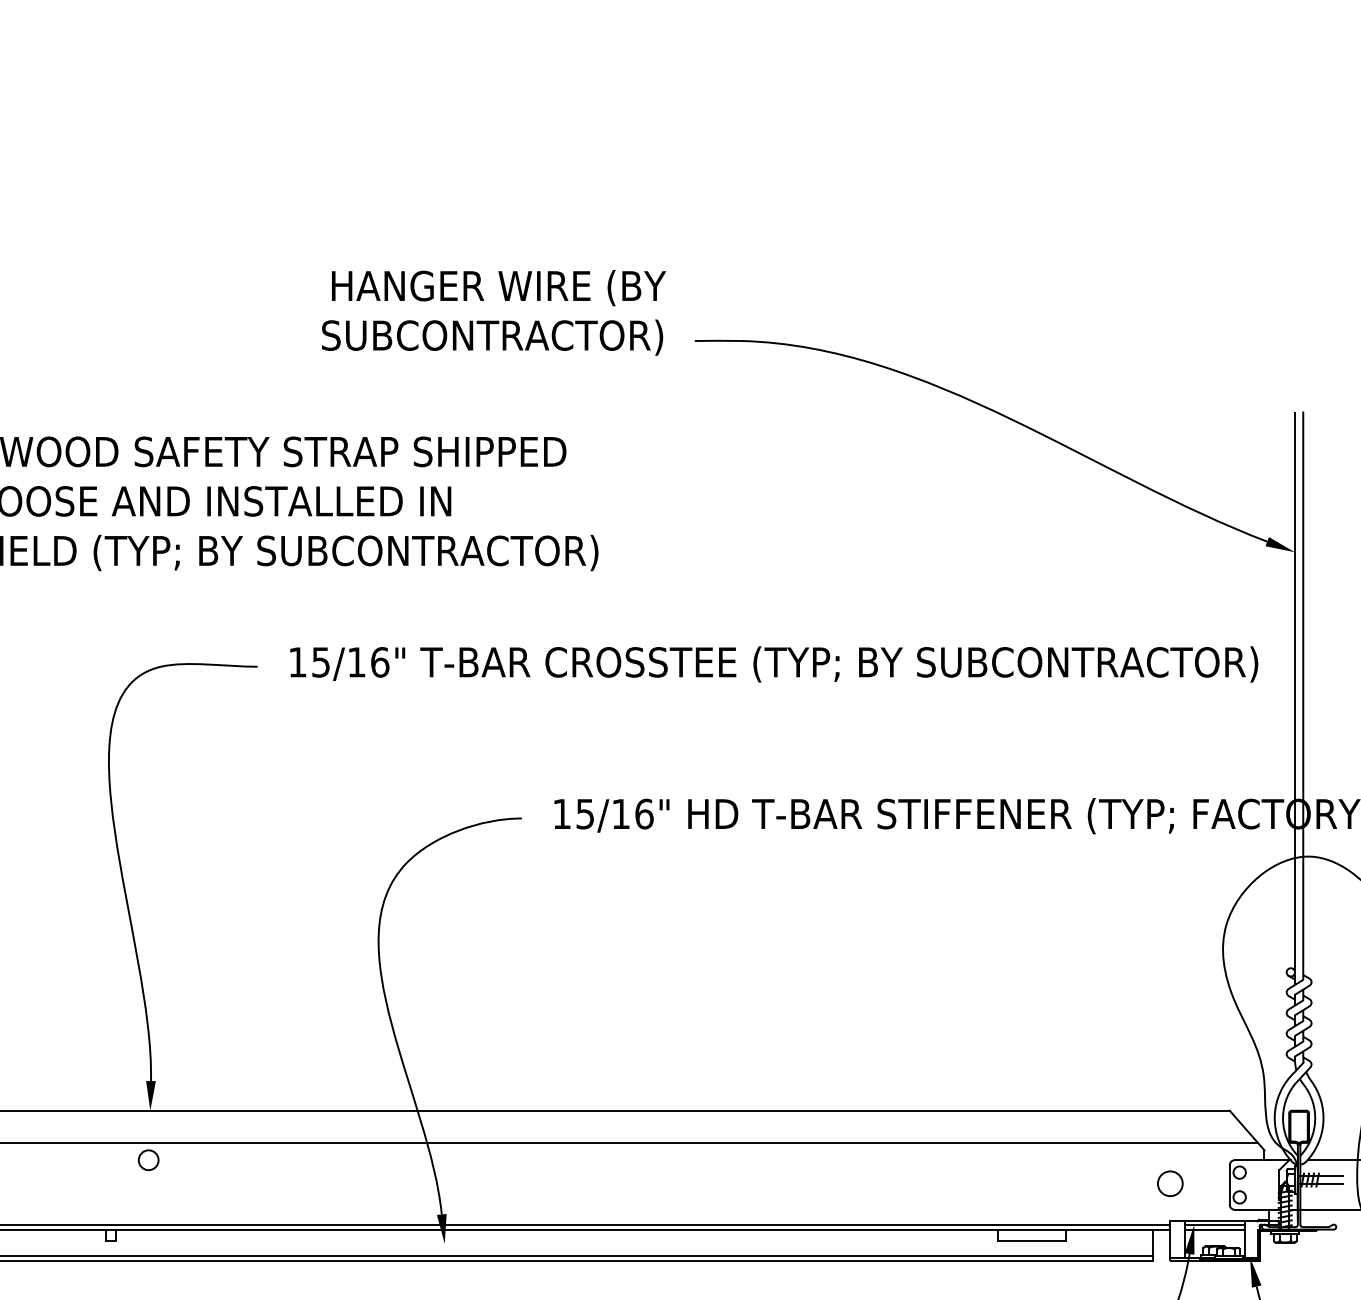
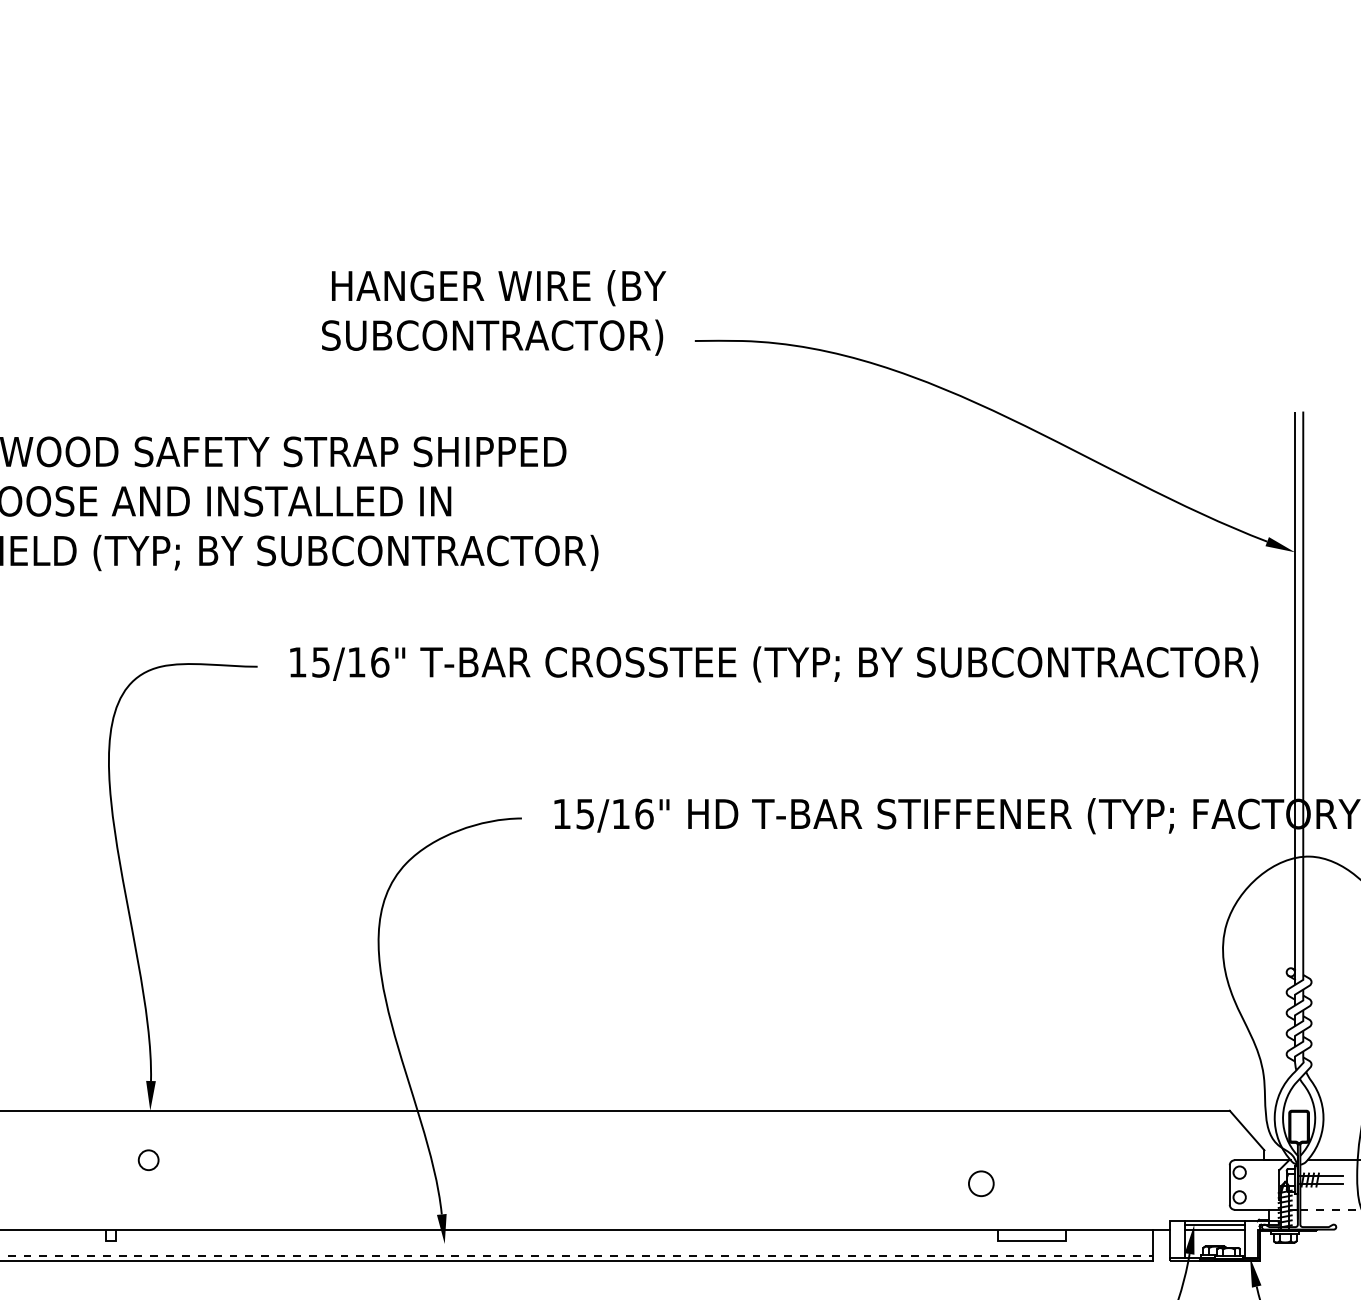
line at (629, 1142): present -> none
circle at (1170, 1183) position: (1170, 1183) -> (981, 1183)
line at (1330, 1209): solid -> dashed
line at (586, 1224): present -> none
line at (577, 1255): solid -> dashed
